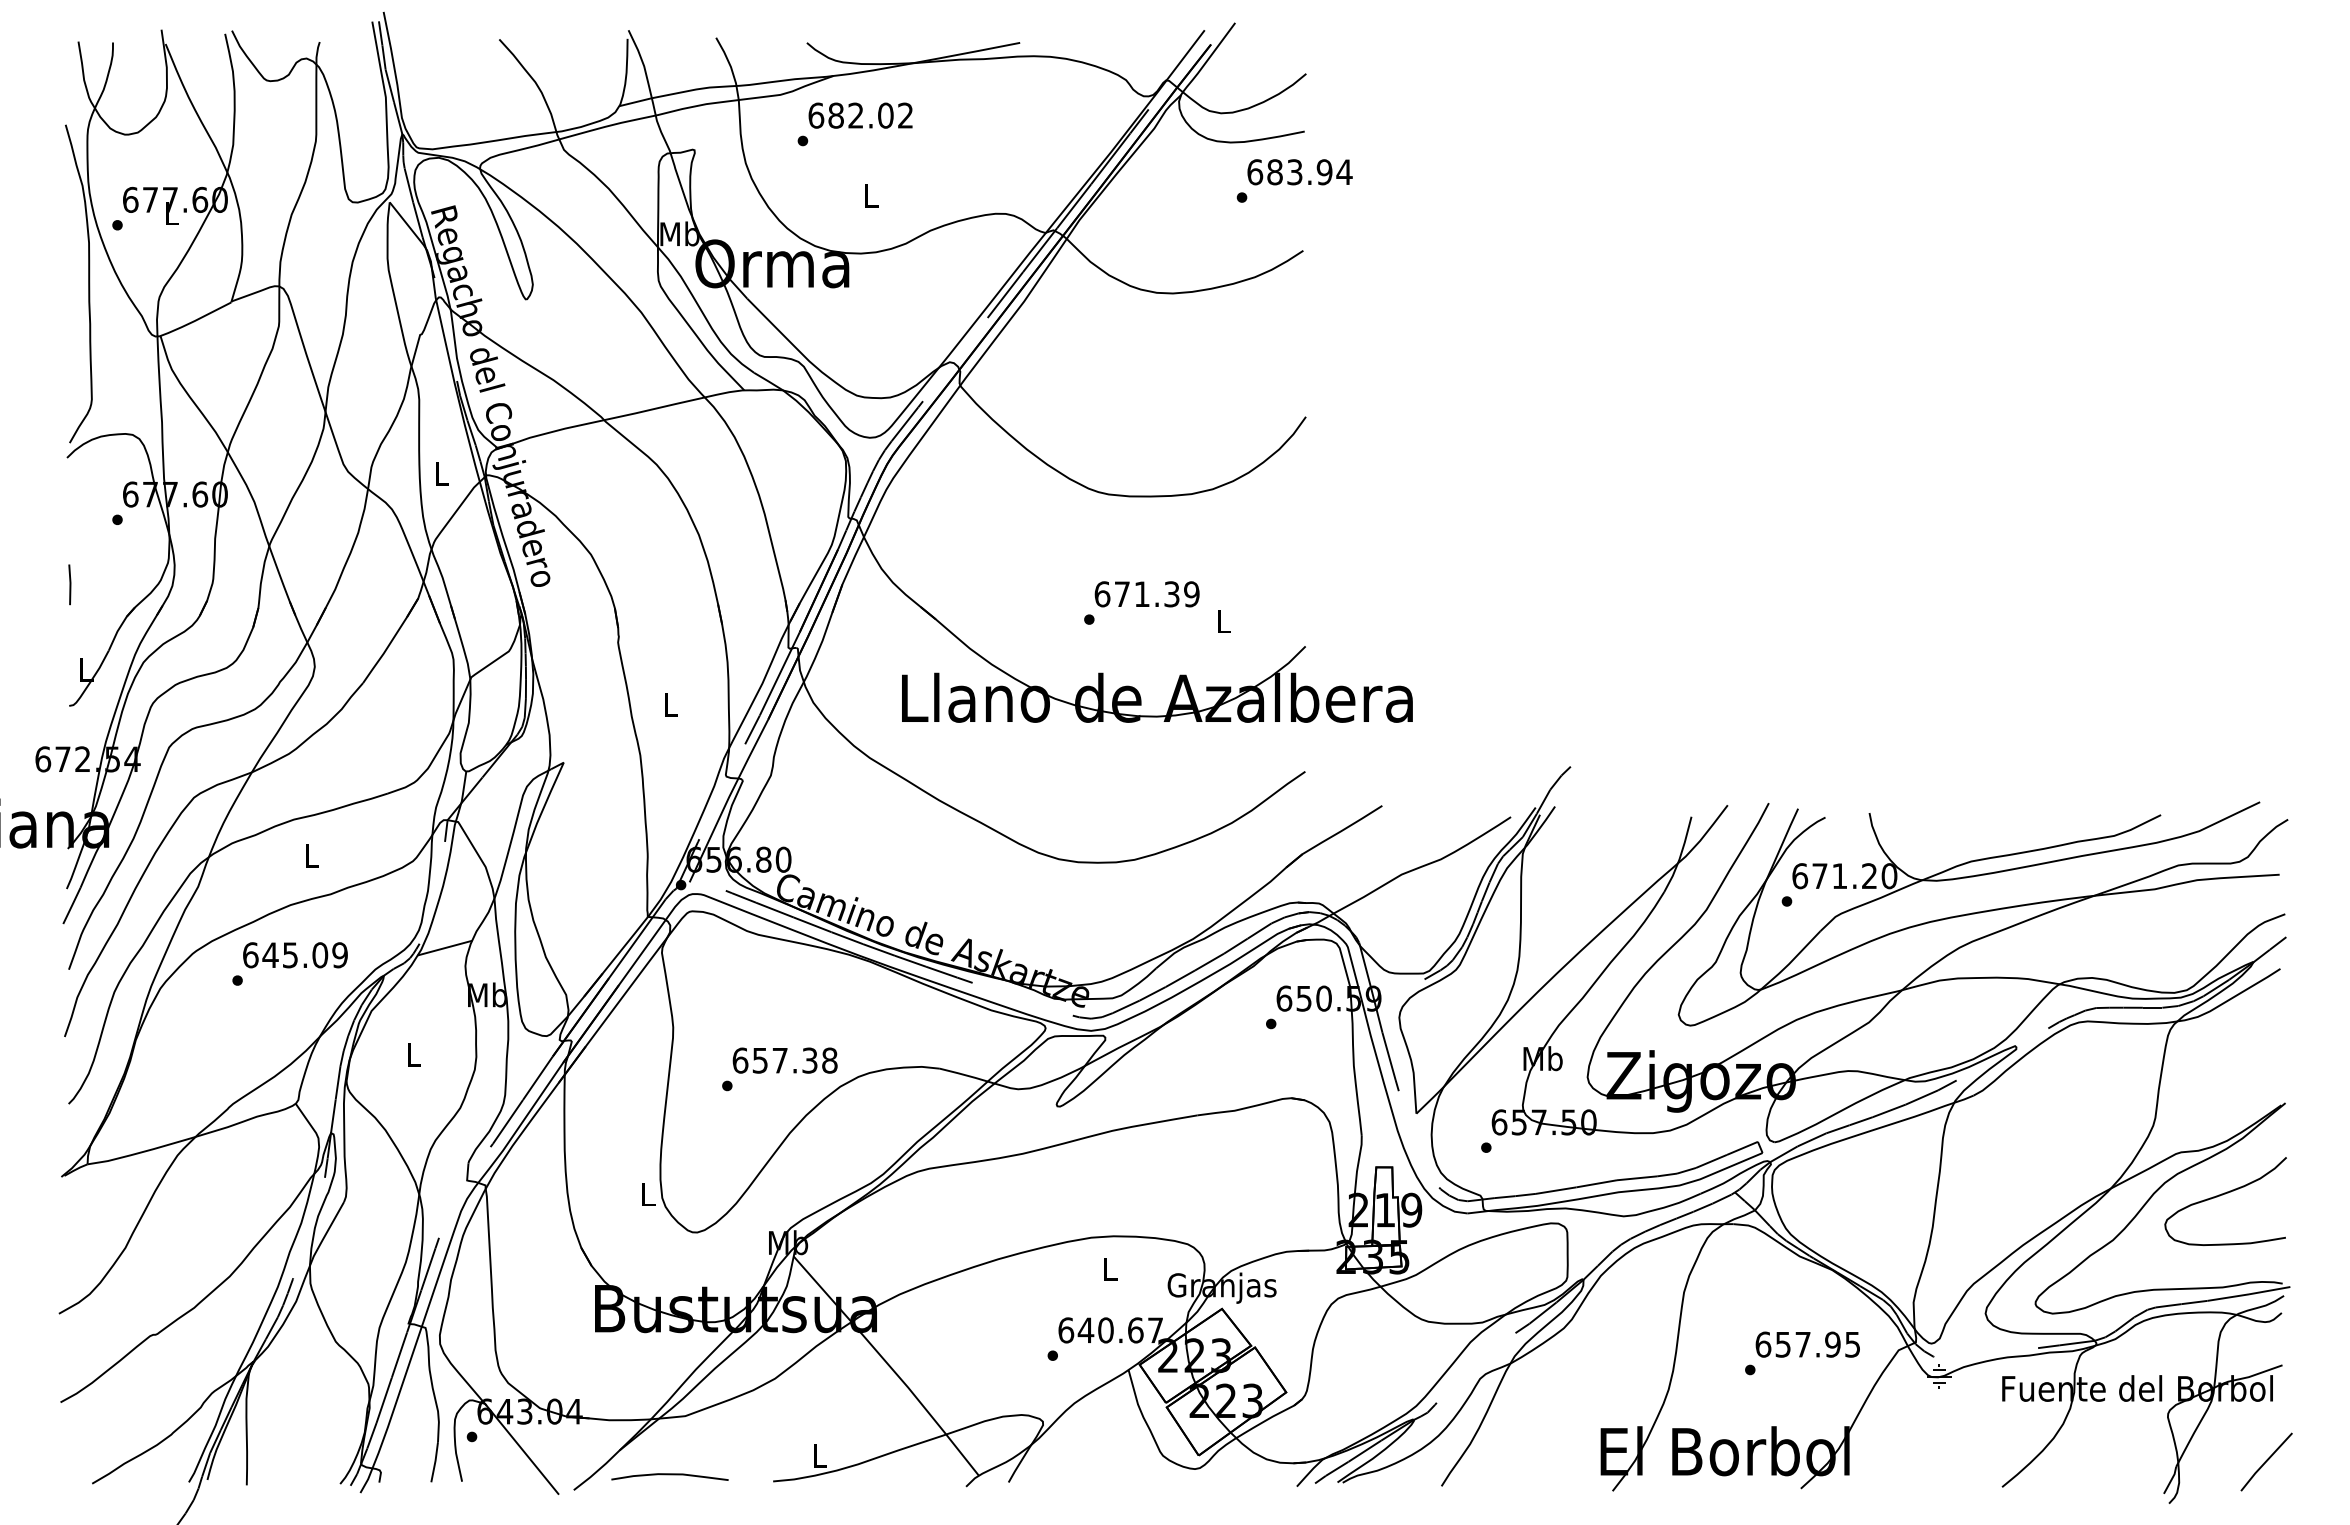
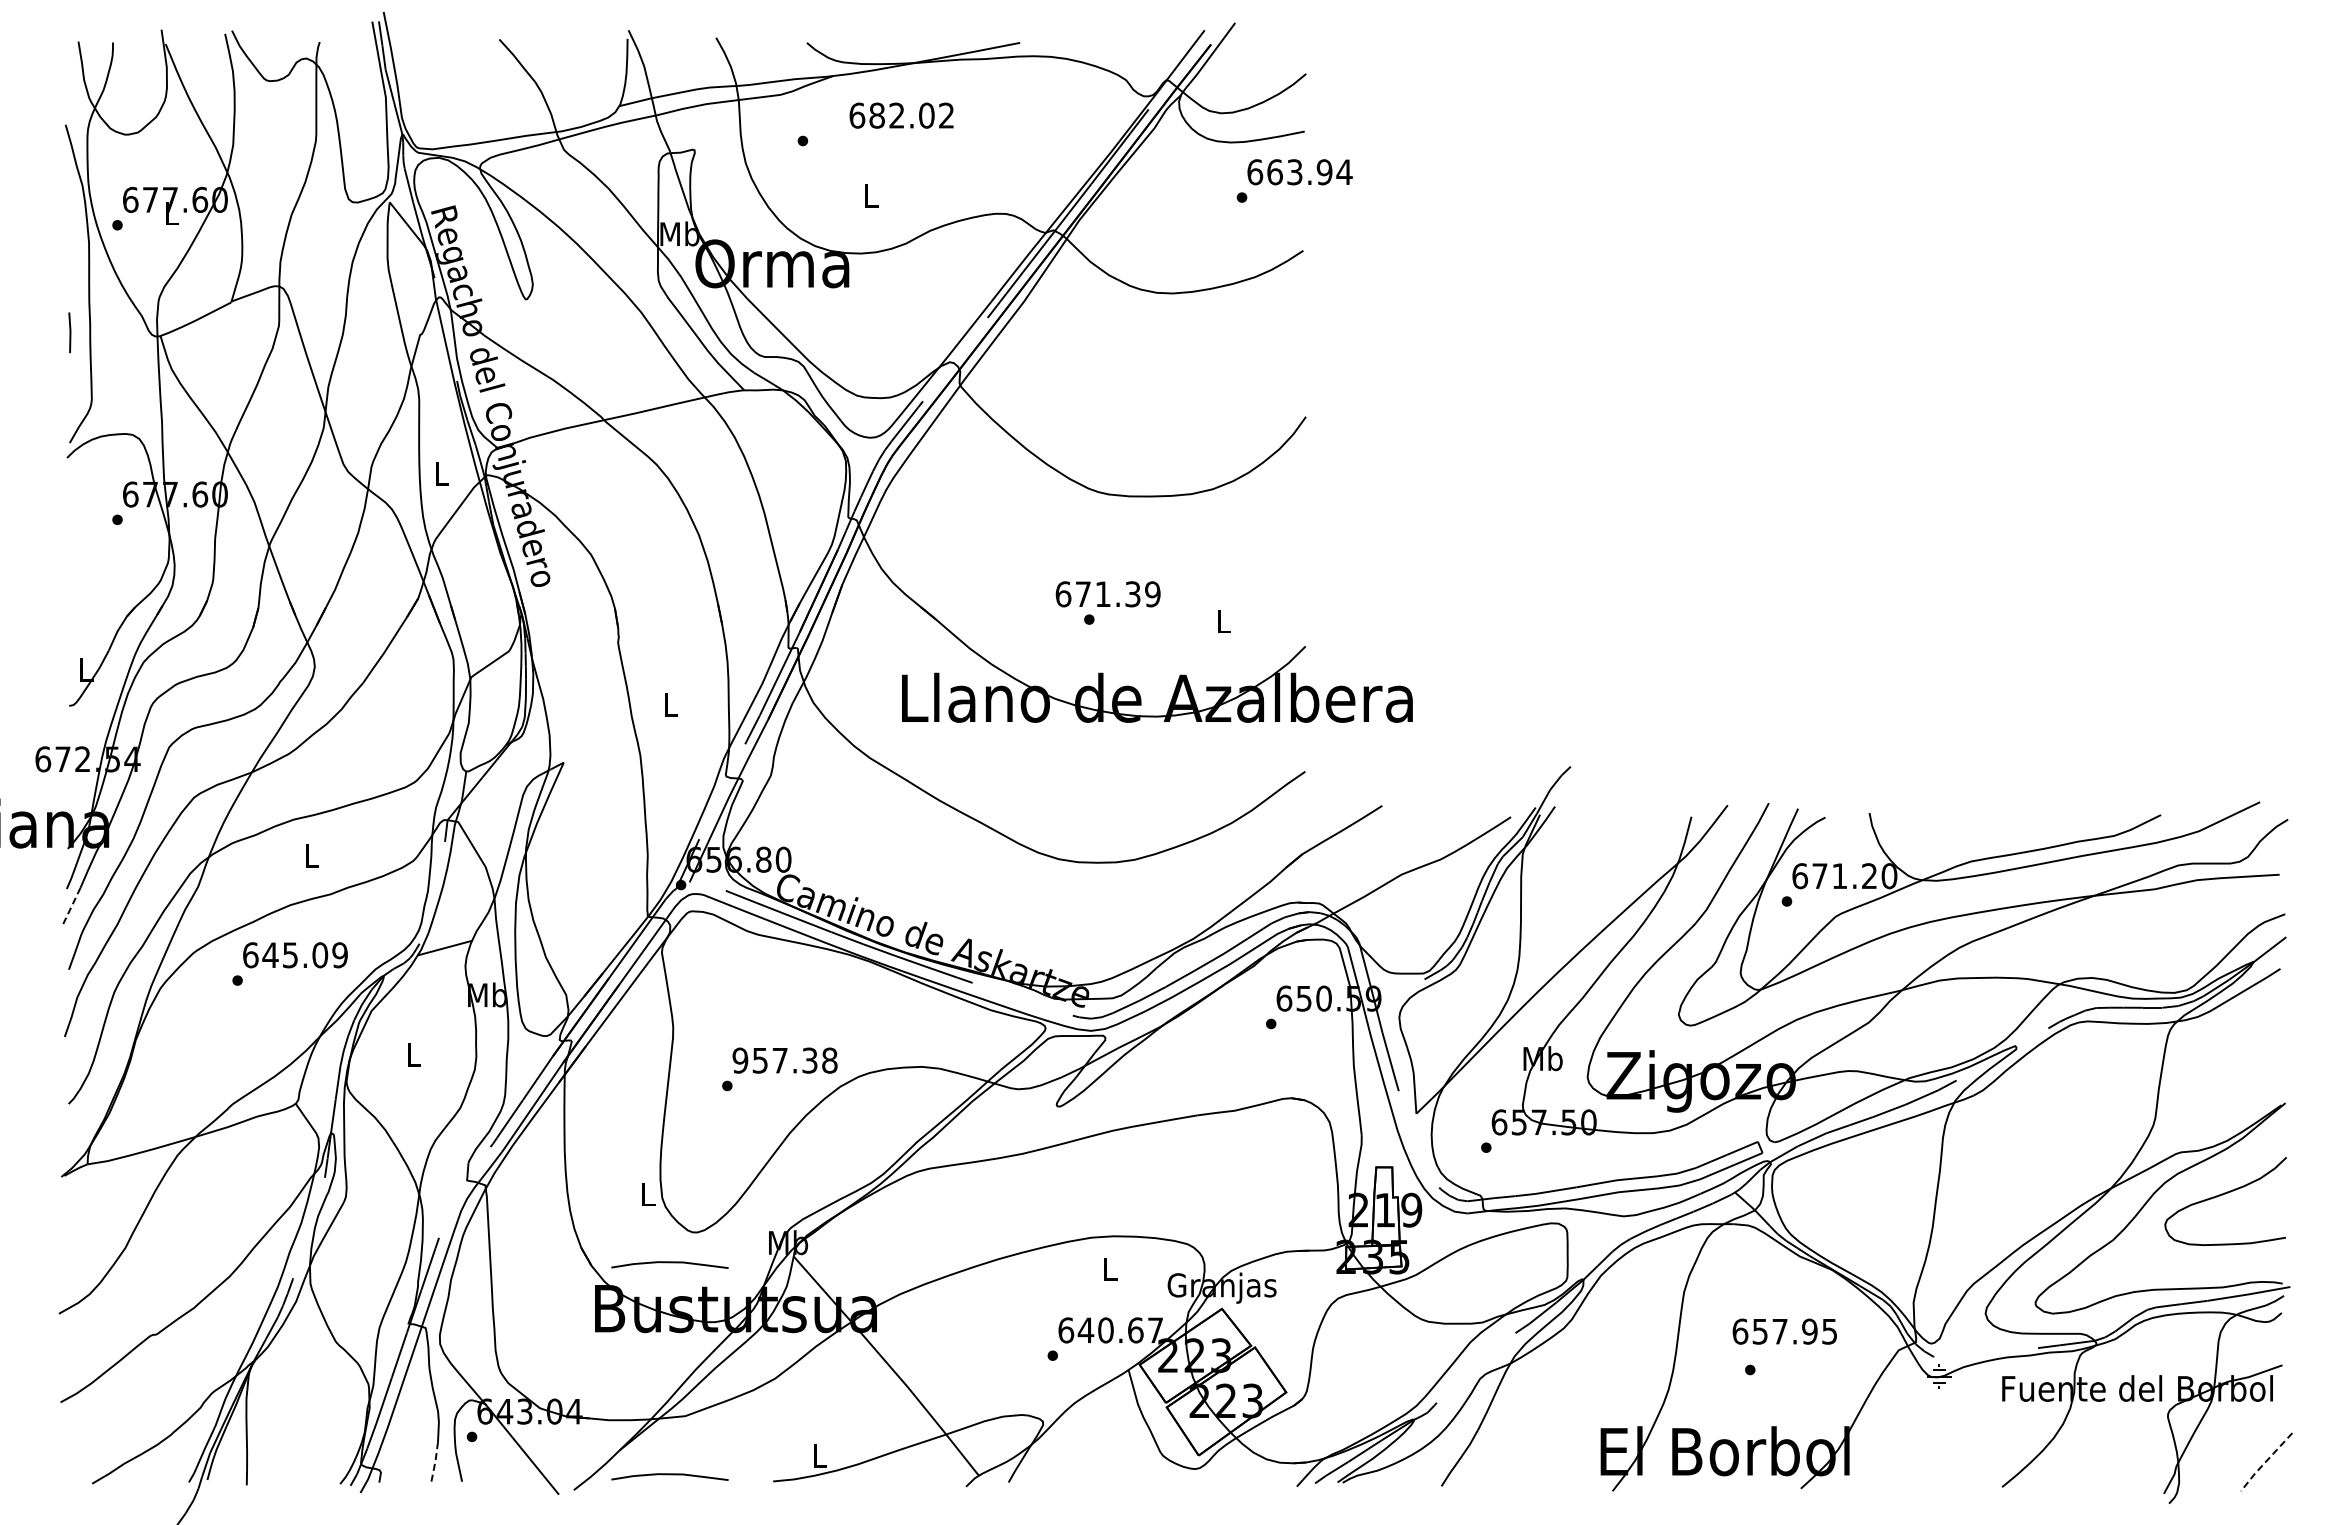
text at (860, 115) position: (860, 115) -> (901, 115)
text at (1274, 172): 683.94 -> 663.94
line at (69, 584) position: (69, 584) -> (69, 332)
text at (1146, 594) position: (1146, 594) -> (1107, 594)
line at (72, 905): solid -> dashed
text at (740, 1060): 657.38 -> 957.38
curve at (669, 1263): none -> present
text at (1807, 1344) position: (1807, 1344) -> (1784, 1331)
line at (2265, 1461): solid -> dashed
line at (435, 1462): solid -> dashed
